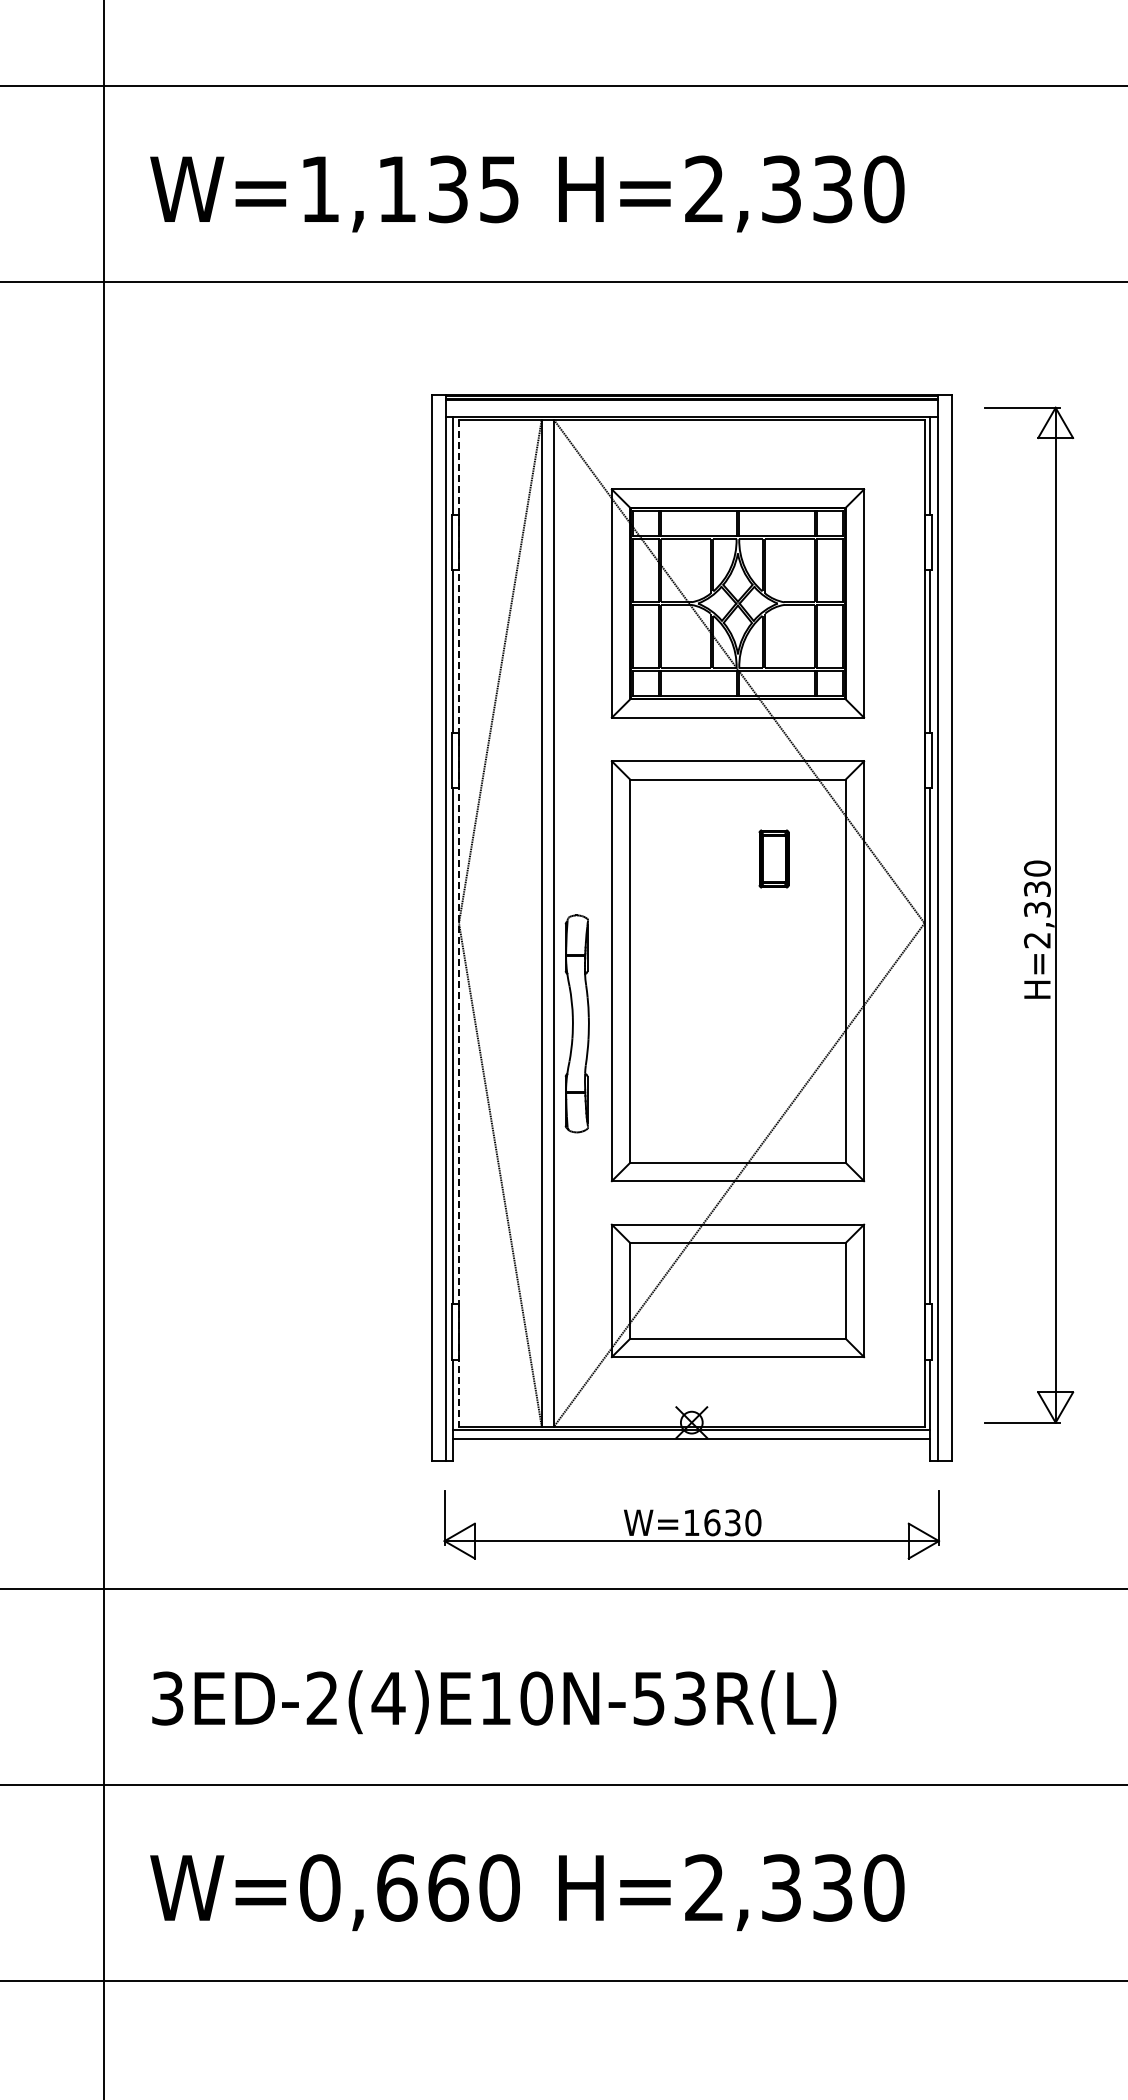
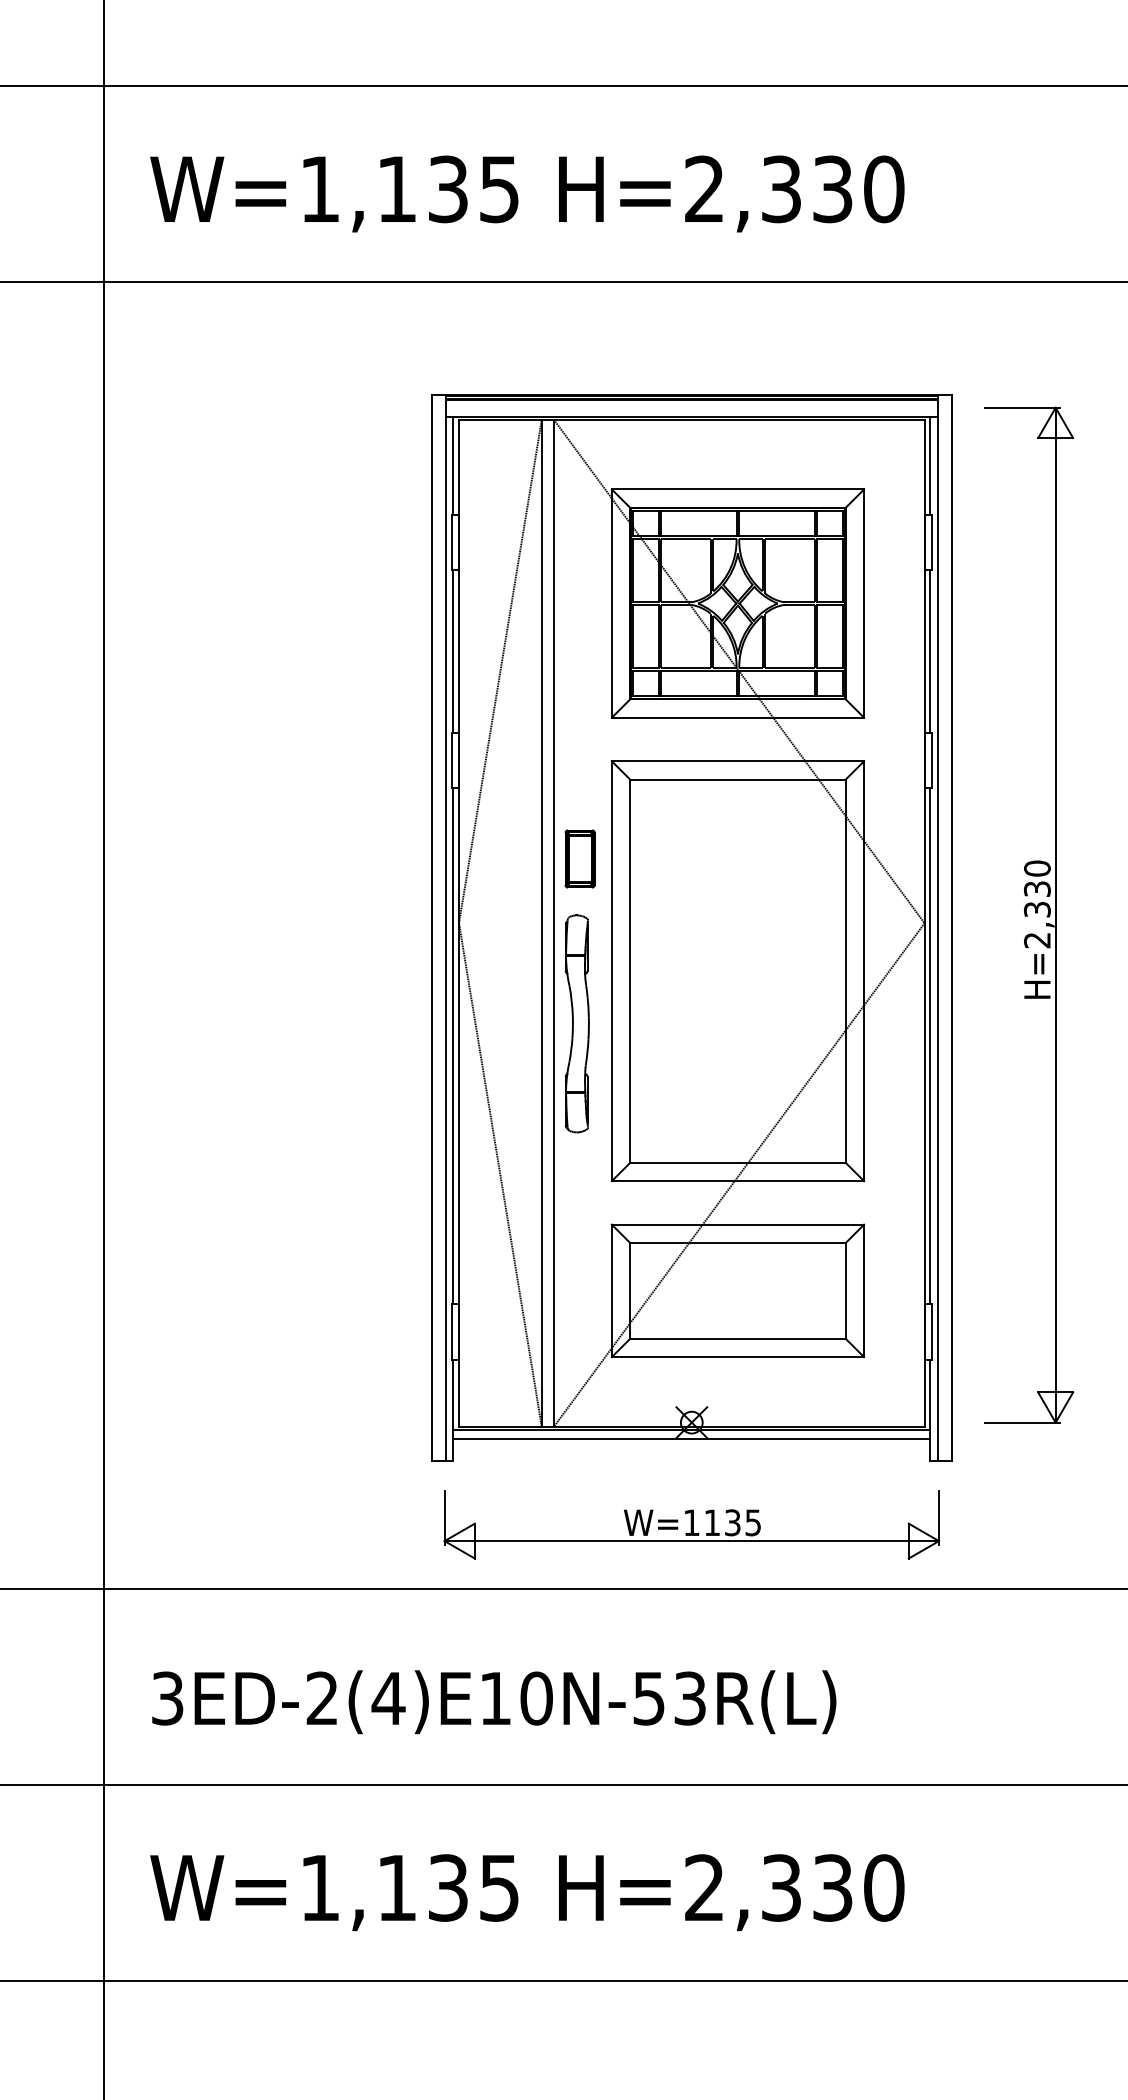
part at (773, 858) position: (773, 858) -> (579, 858)
line at (459, 923): dashed -> solid
text at (732, 1522): W=1630 -> W=1135
text at (409, 1887): W=0,660 -> W=1,135
